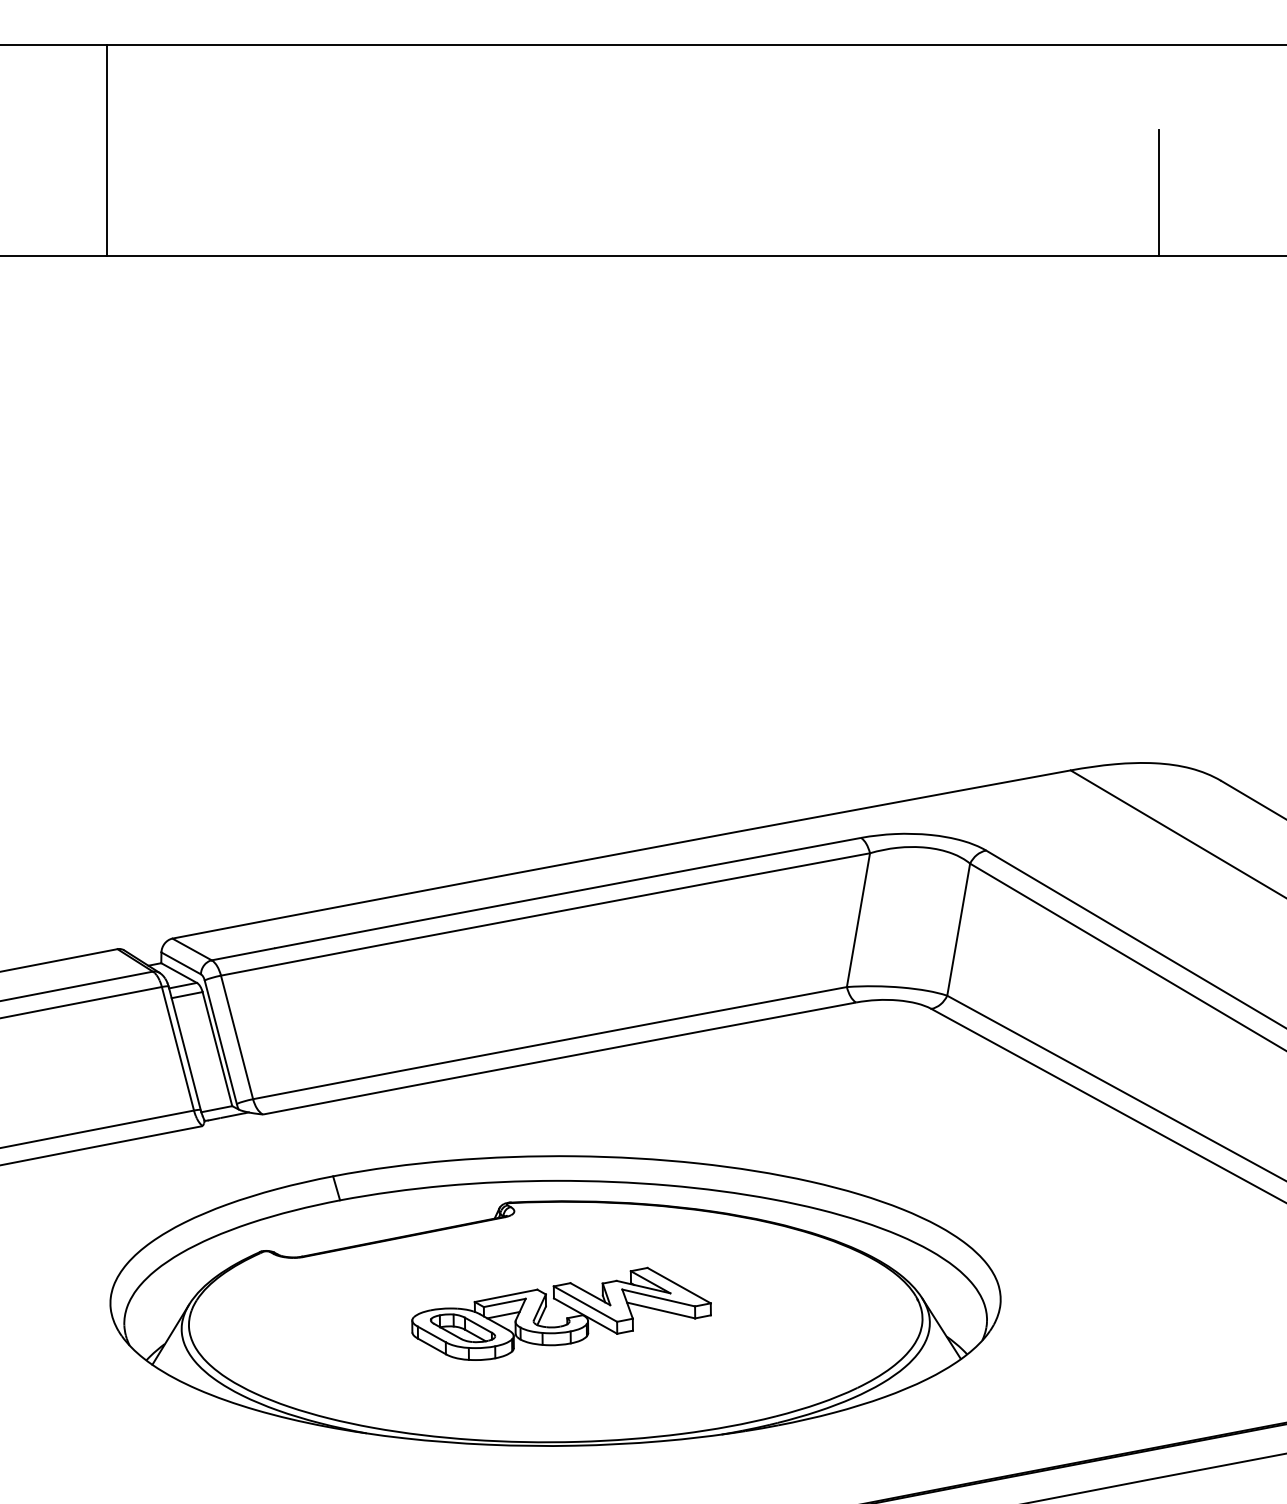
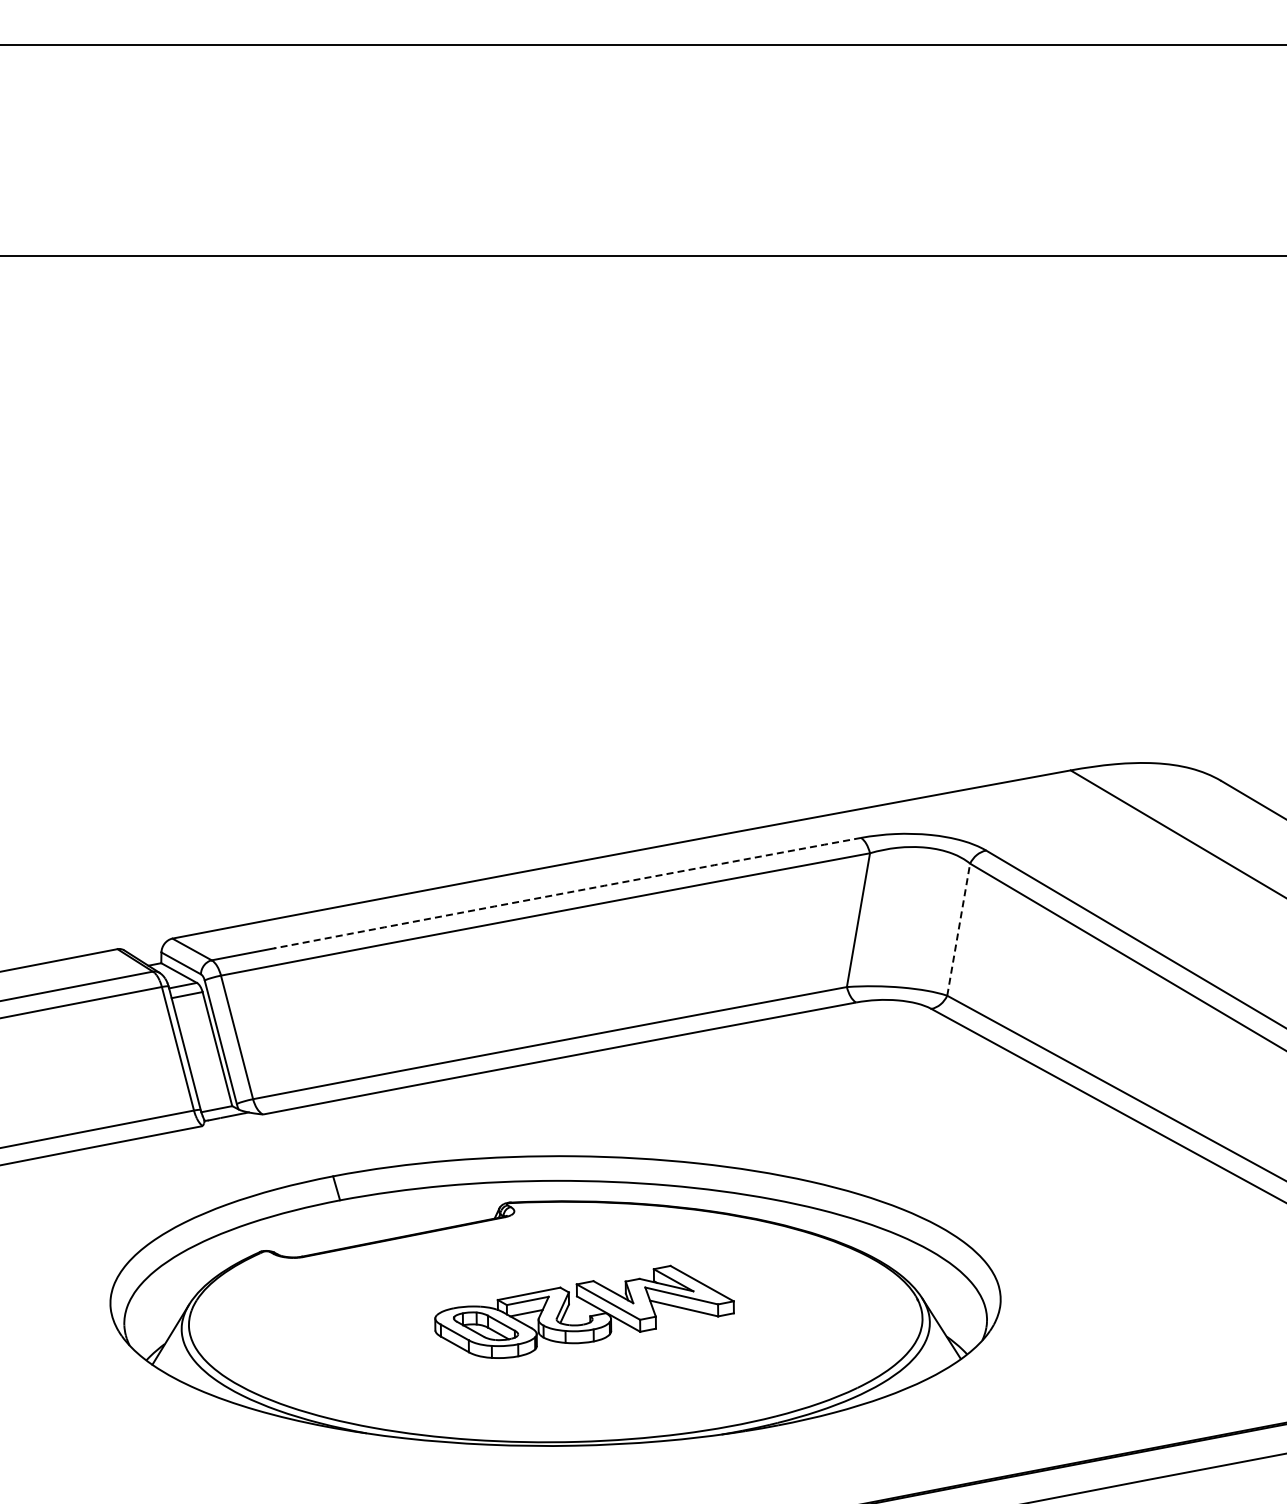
line at (106, 150): present -> none
line at (1158, 192): present -> none
arc at (567, 892): solid -> dashed
line at (958, 929): solid -> dashed
part at (566, 1317) position: (566, 1317) -> (589, 1315)
